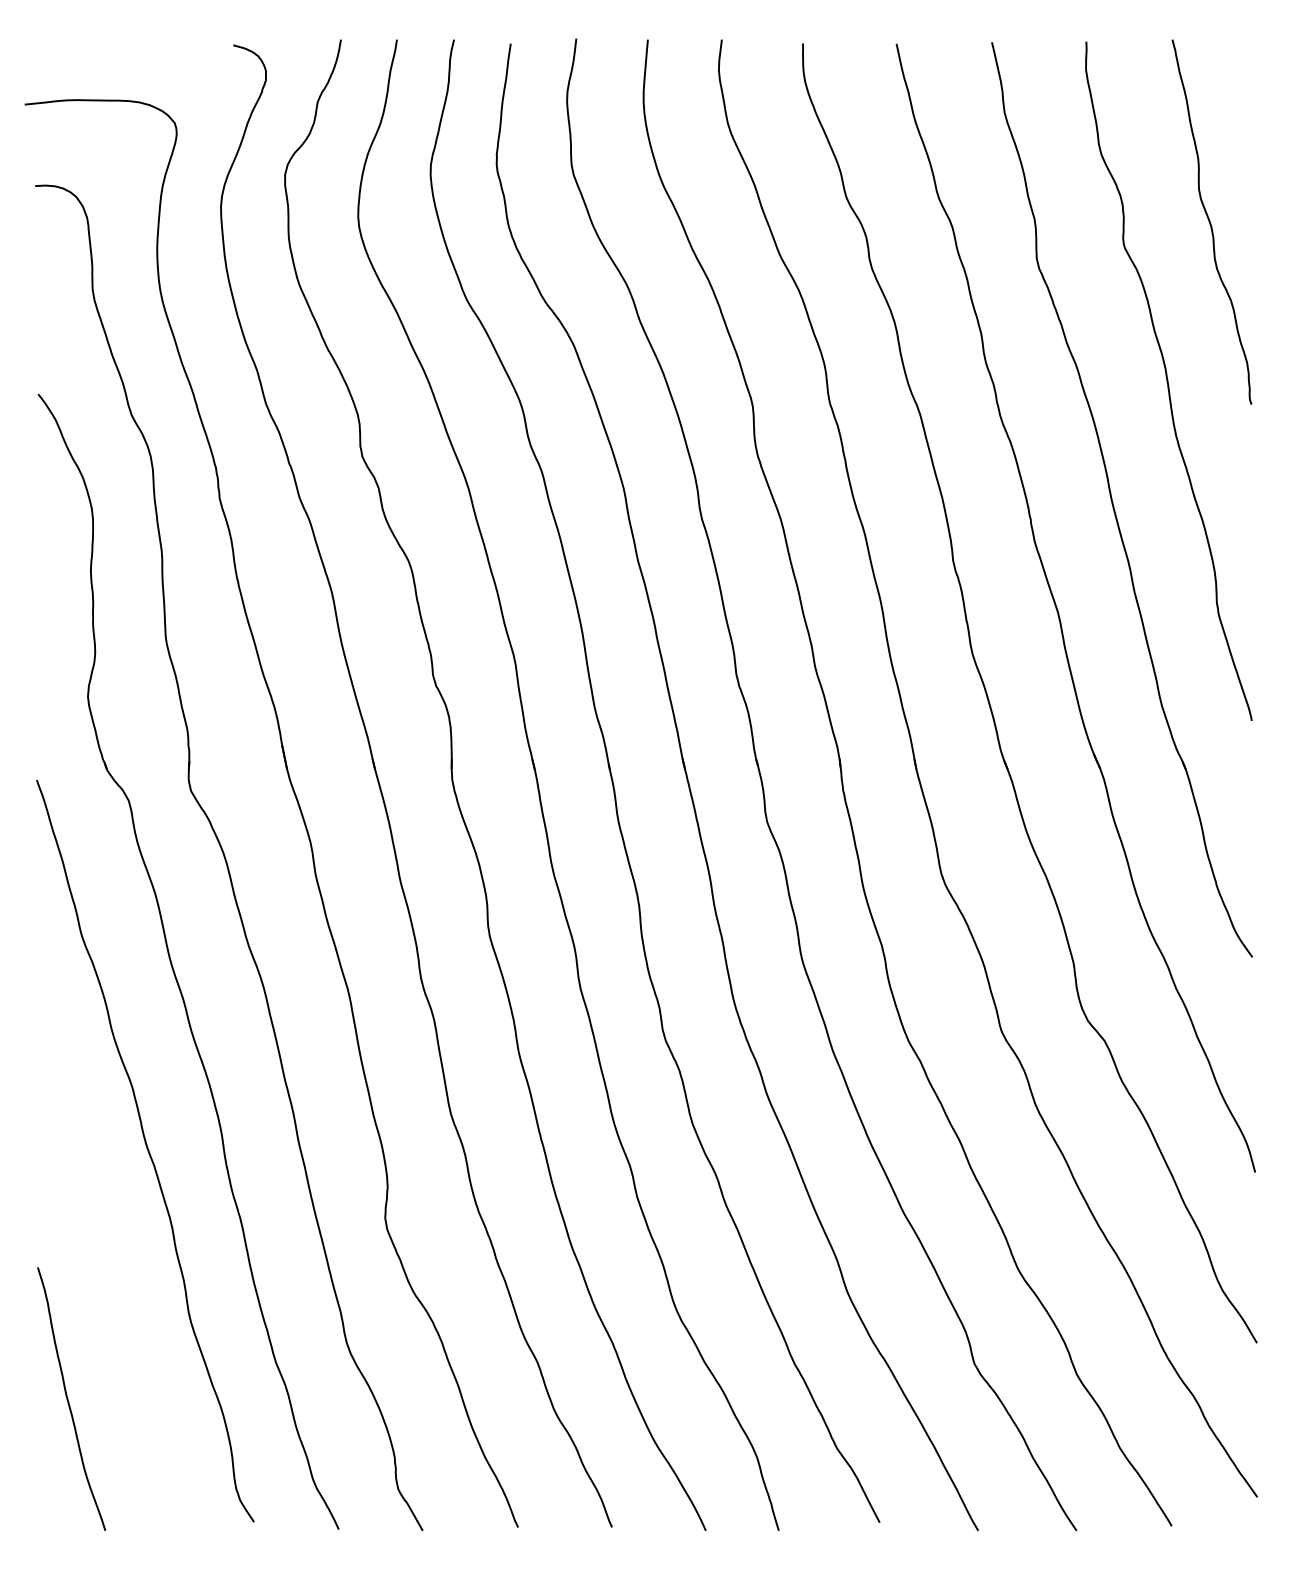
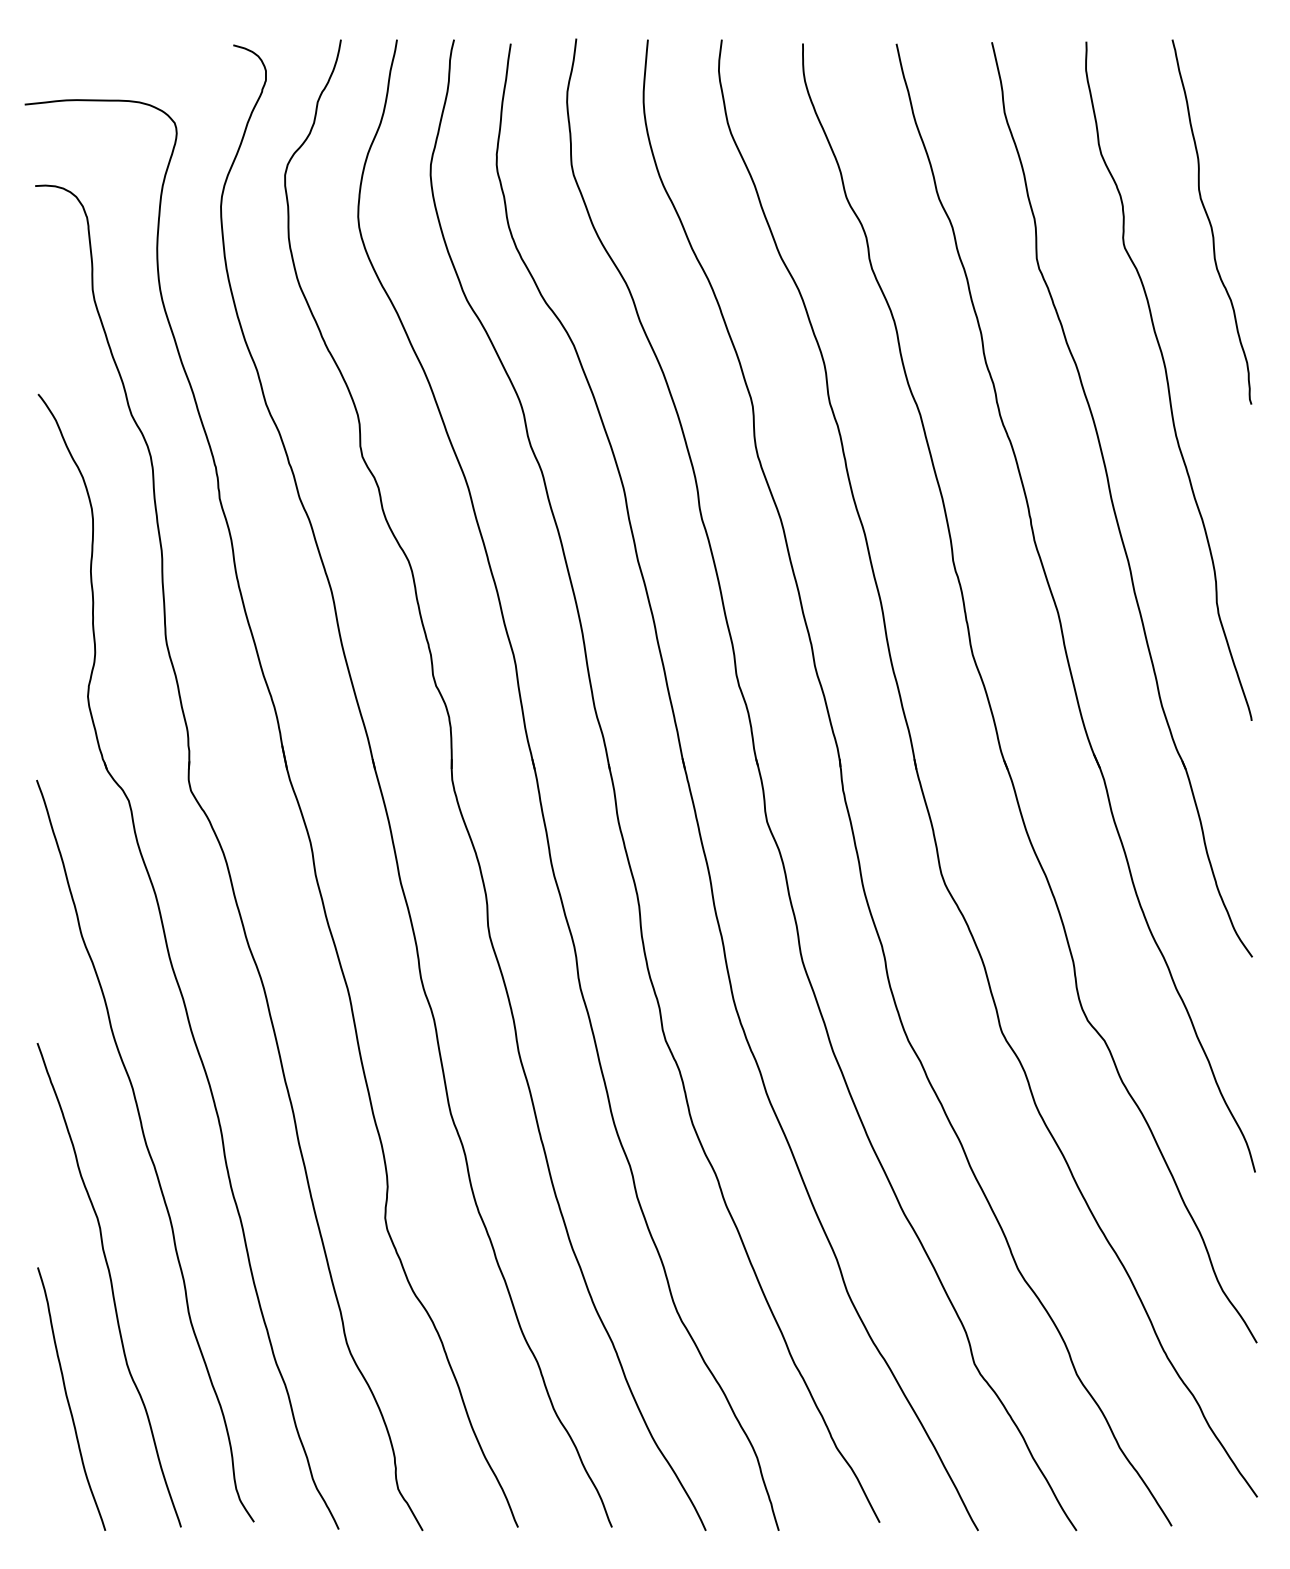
curve at (110, 1284): none -> present
